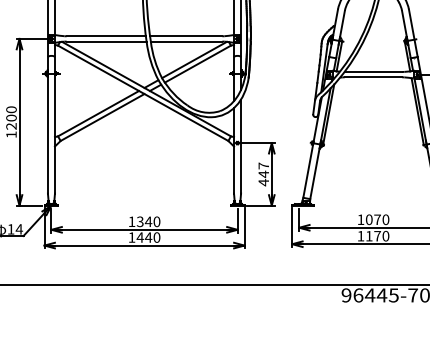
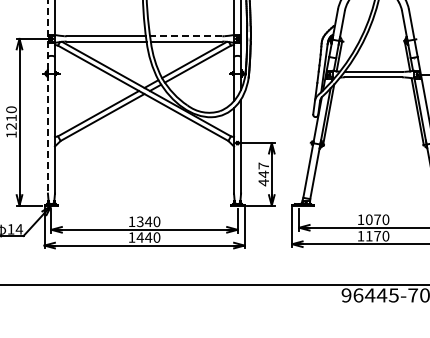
line at (185, 36): solid -> dashed
line at (47, 96): solid -> dashed
text at (11, 117): 1200 -> 1210
